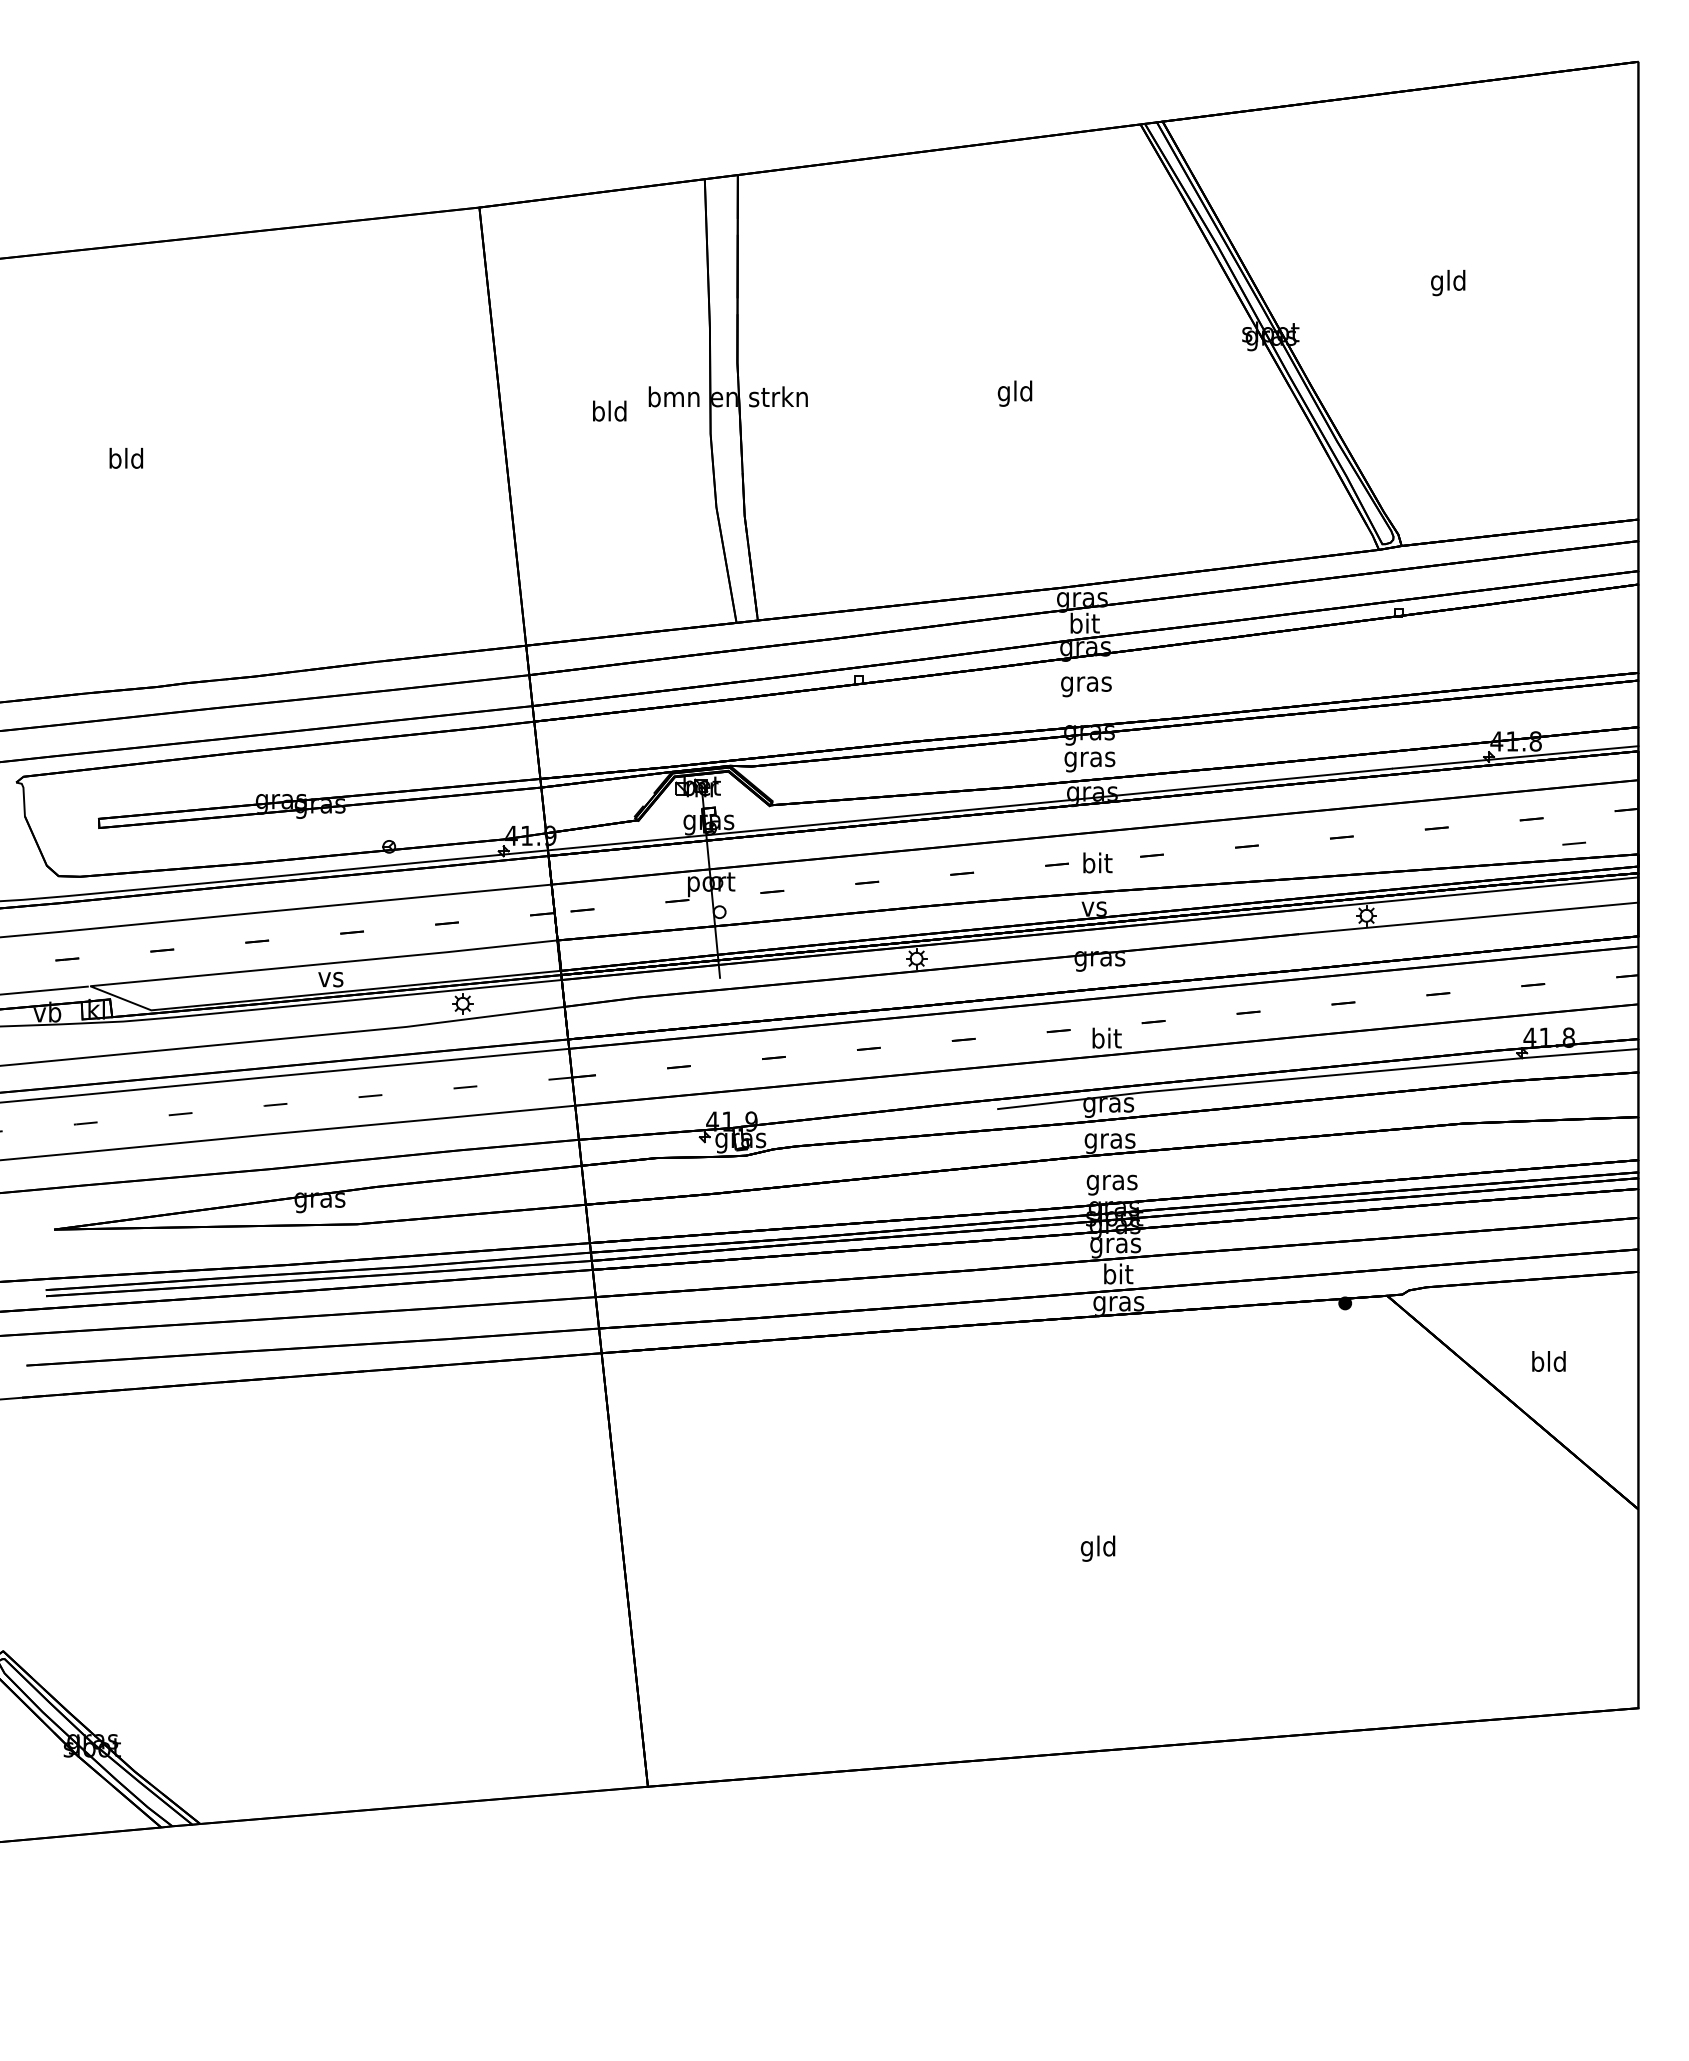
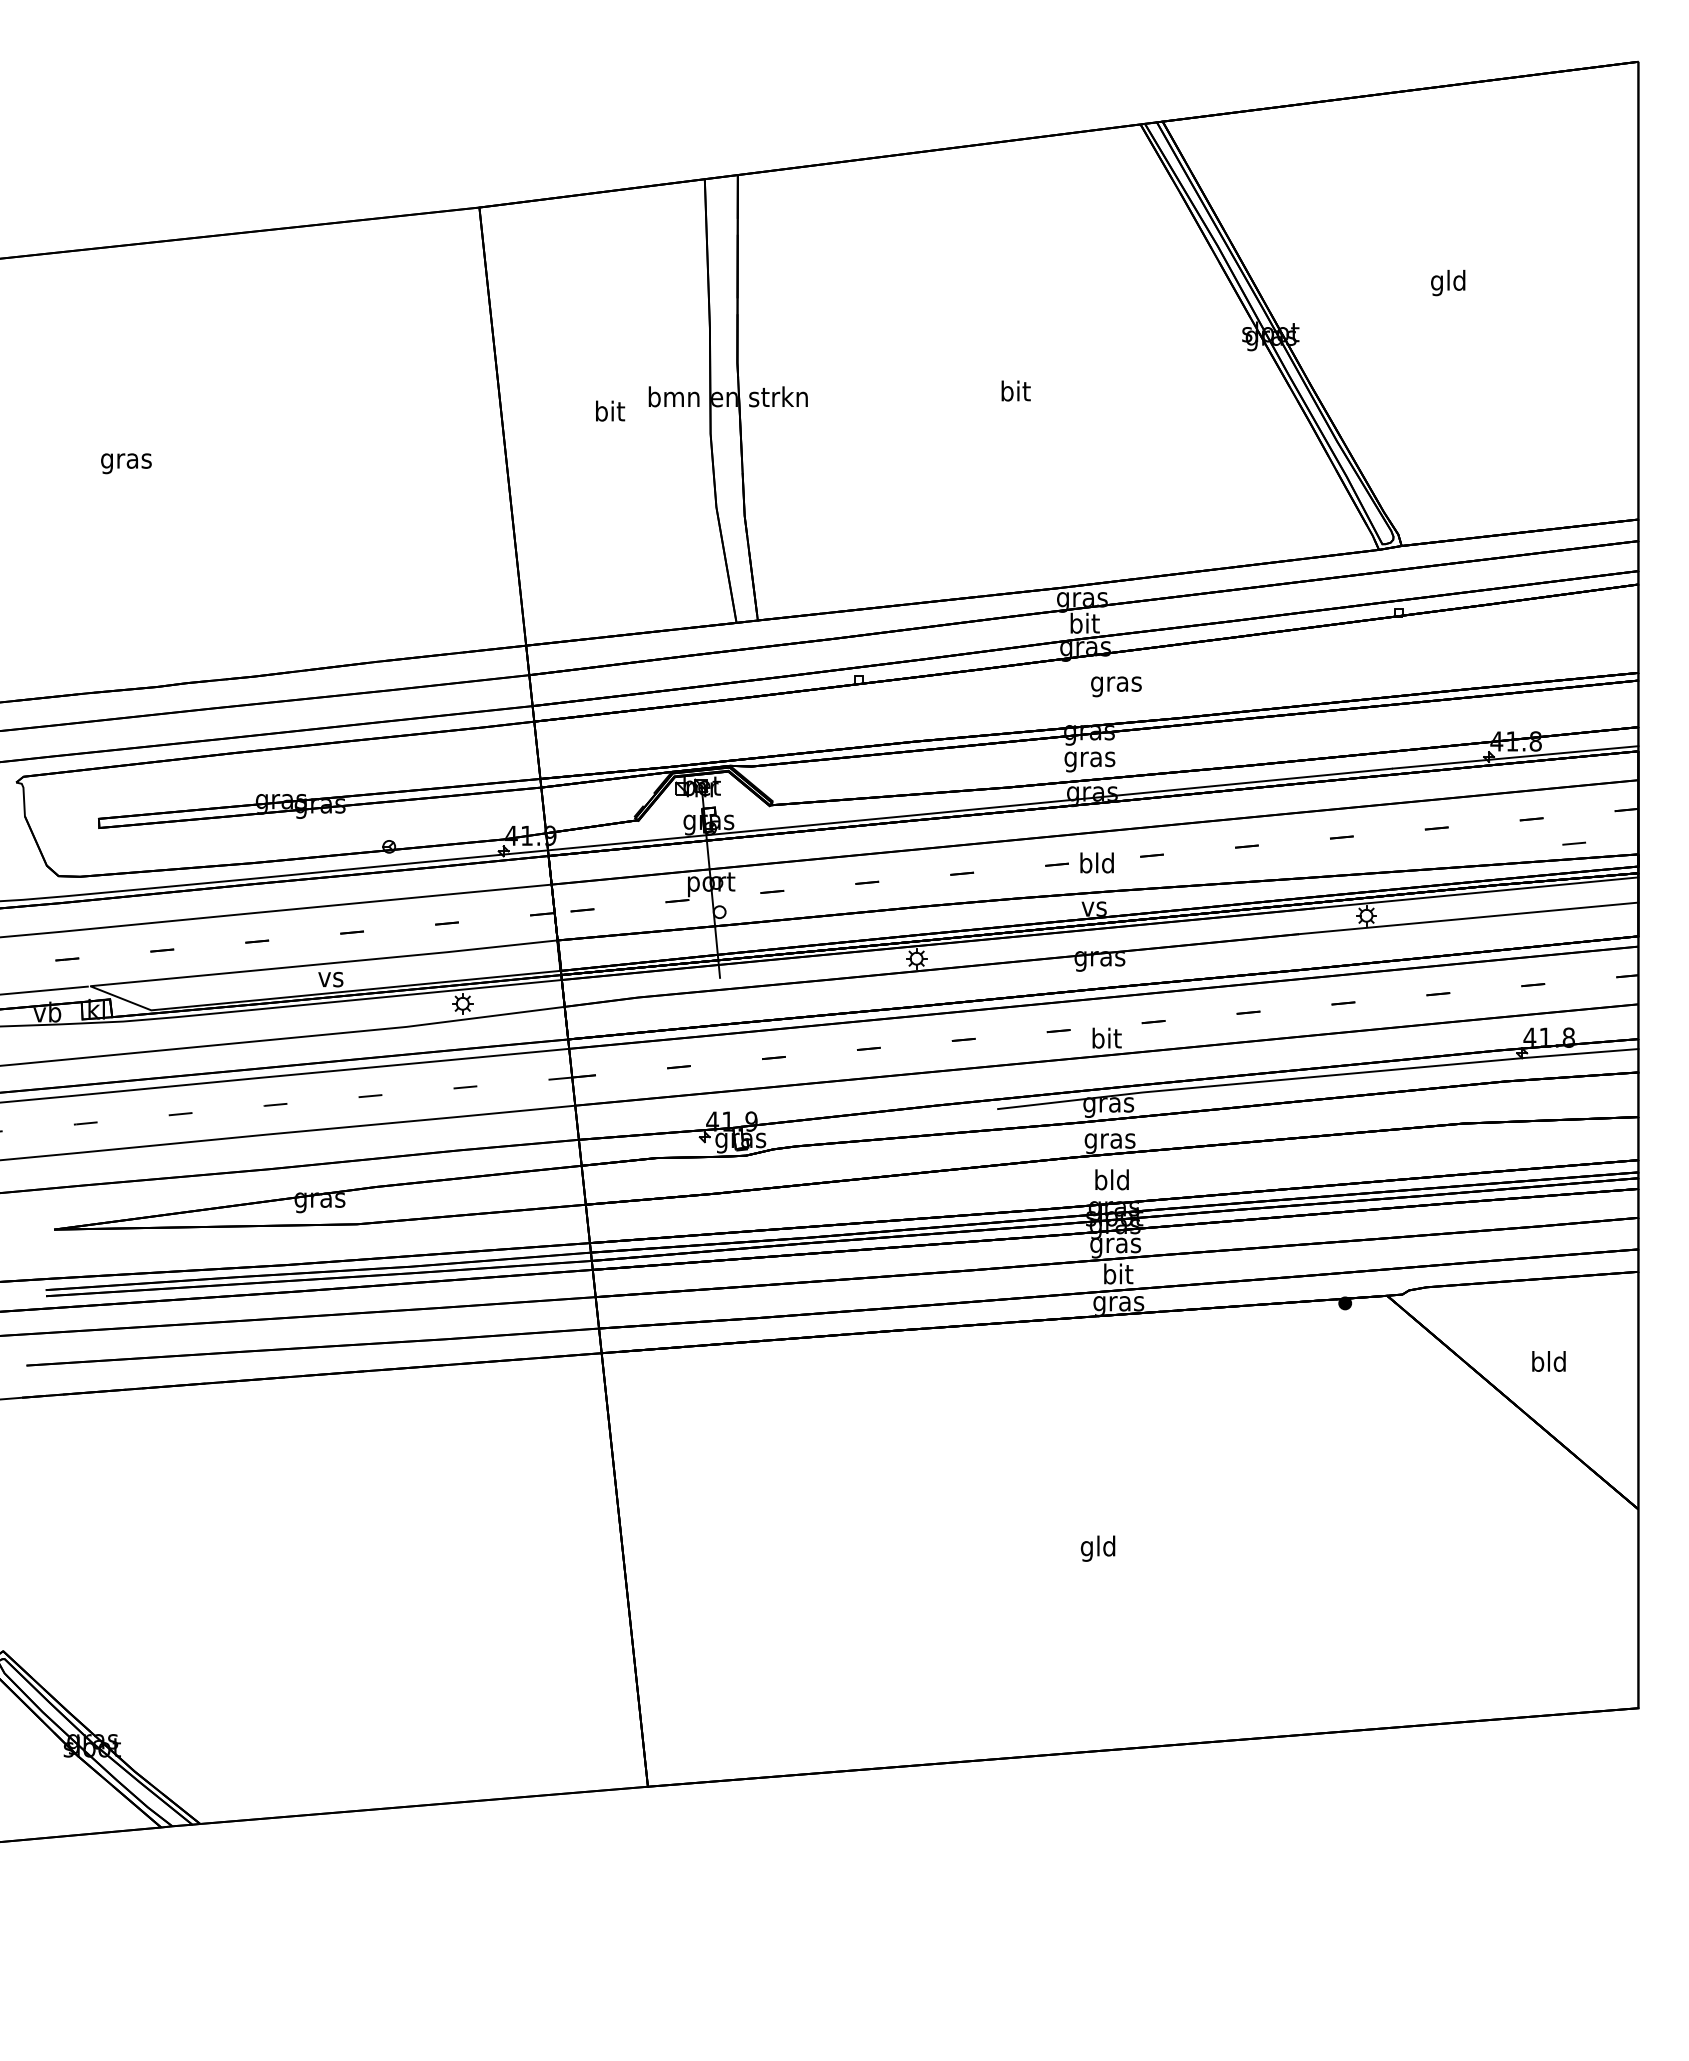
text at (1014, 393): gld -> bit
text at (609, 410): bld -> bit
text at (126, 460): bld -> gras
text at (1086, 686) position: (1086, 686) -> (1116, 686)
text at (1096, 862): bit -> bld
text at (1111, 1182): gras -> bld
